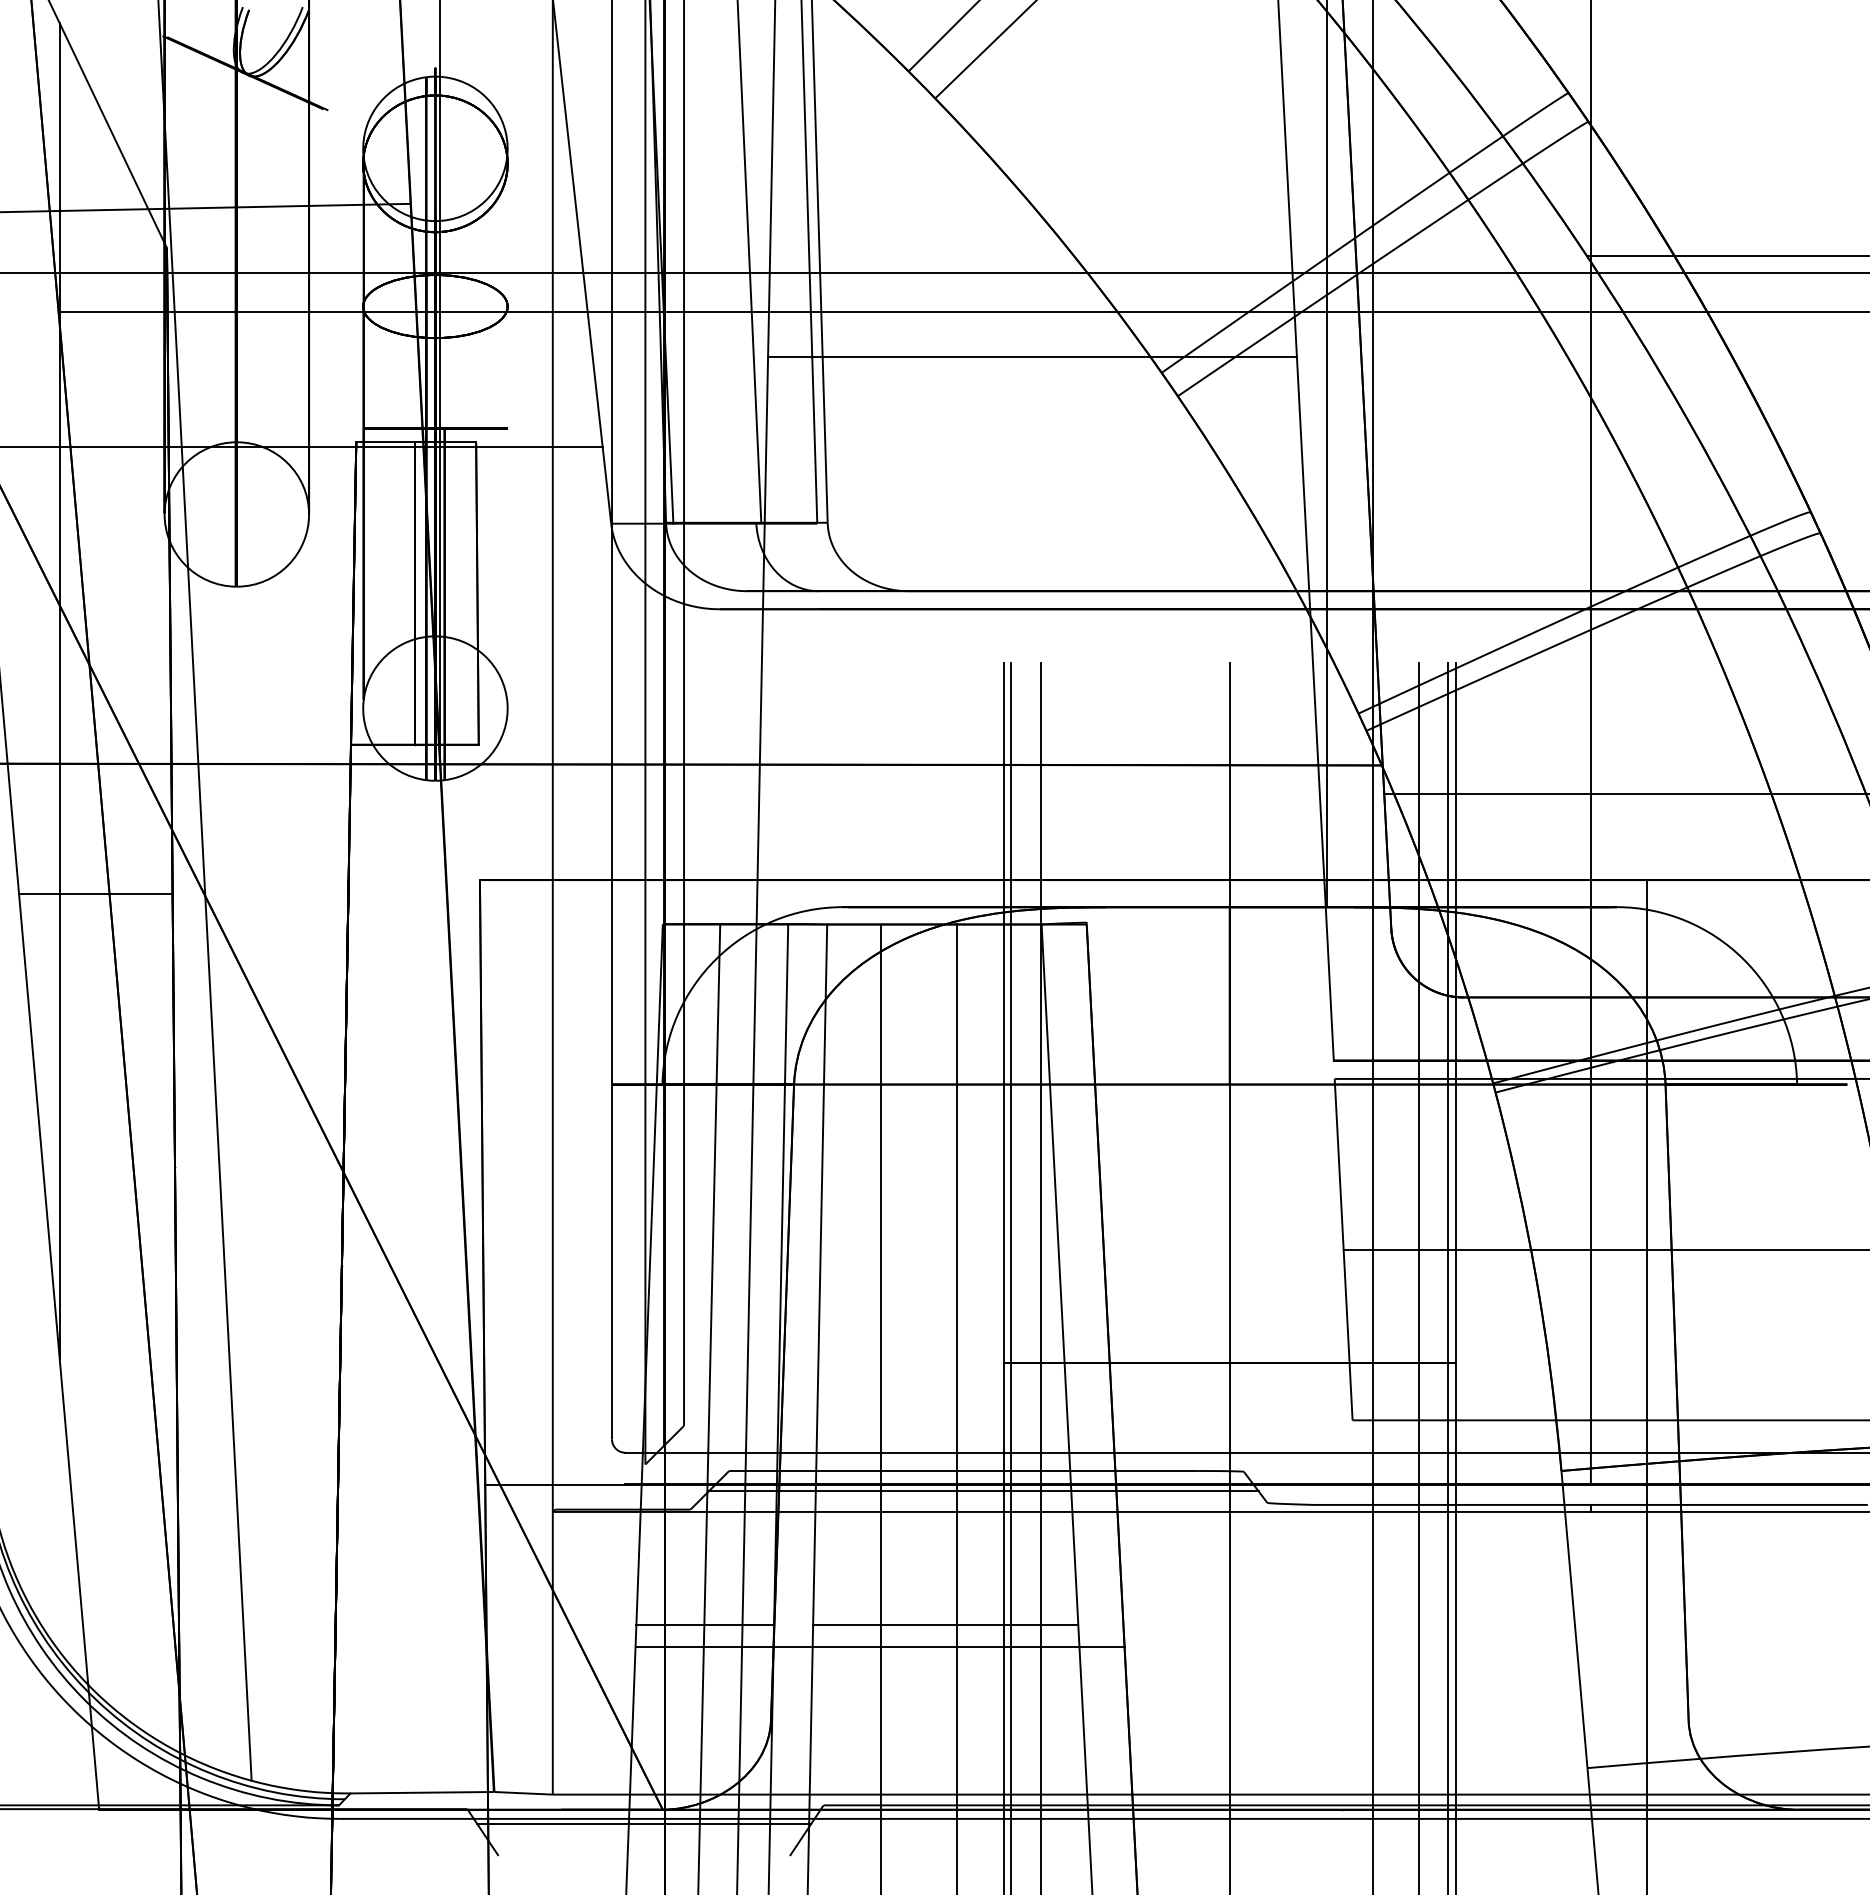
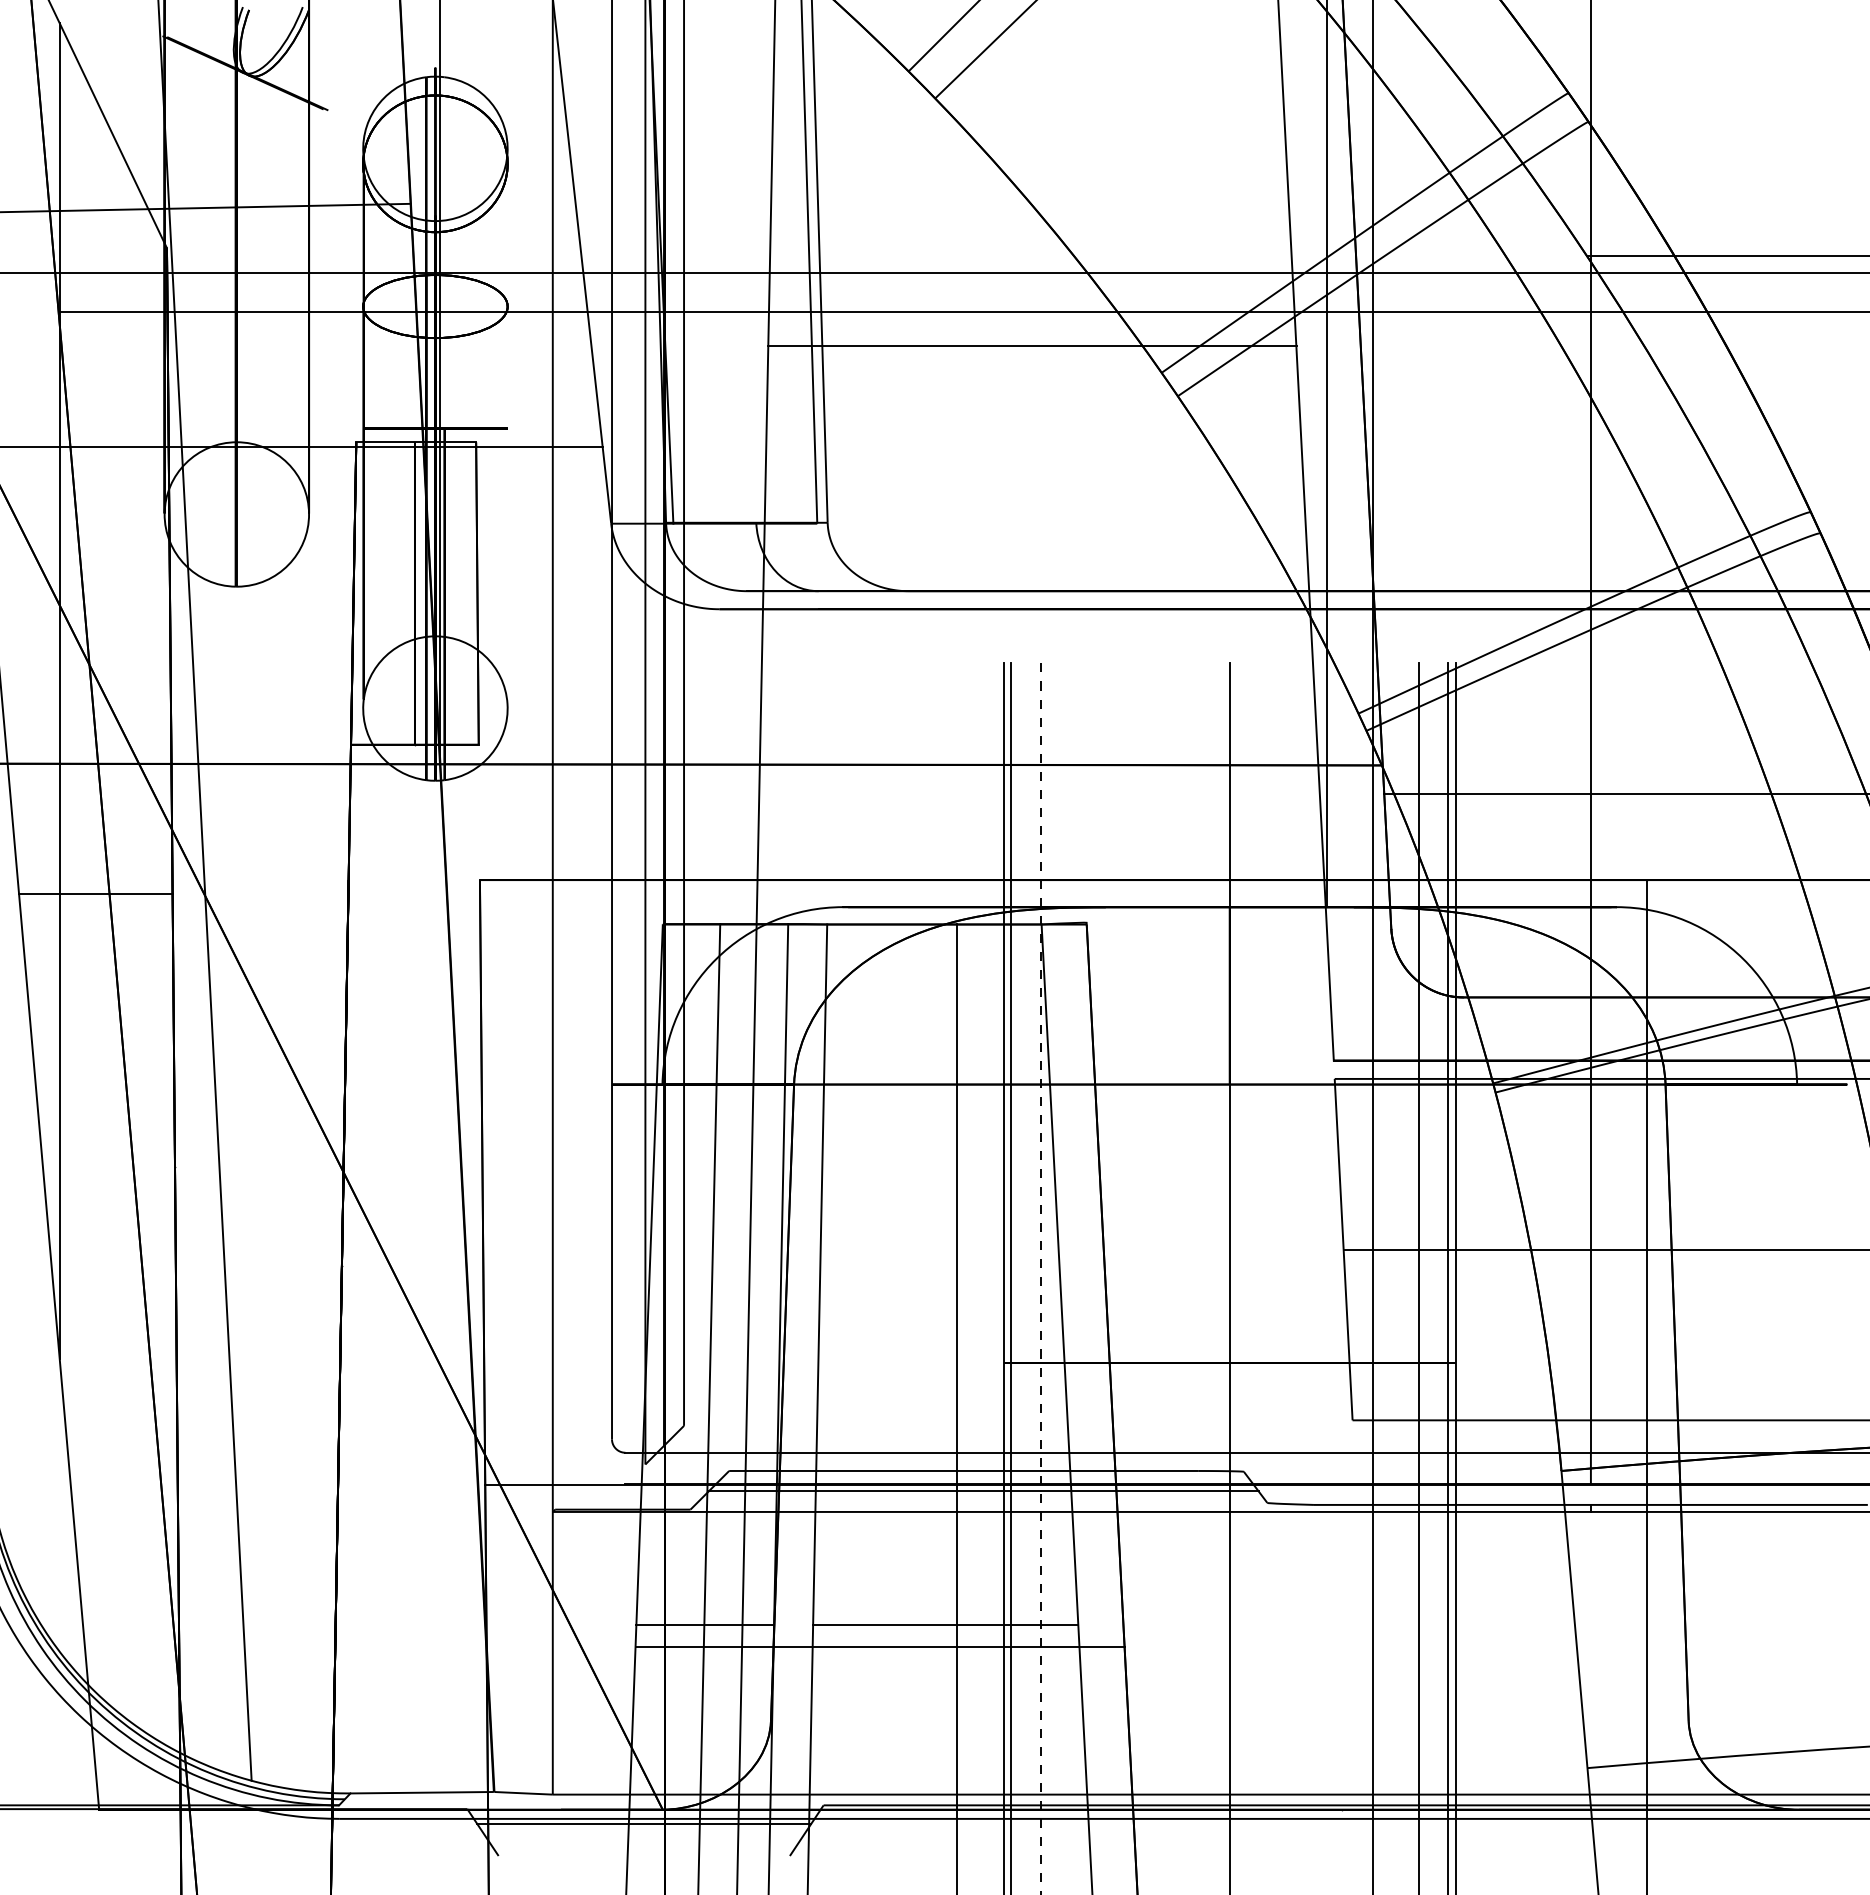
line at (749, 262): present -> none
line at (1032, 356) position: (1032, 356) -> (1032, 345)
line at (1040, 1279): solid -> dashed
line at (881, 1407): present -> none
